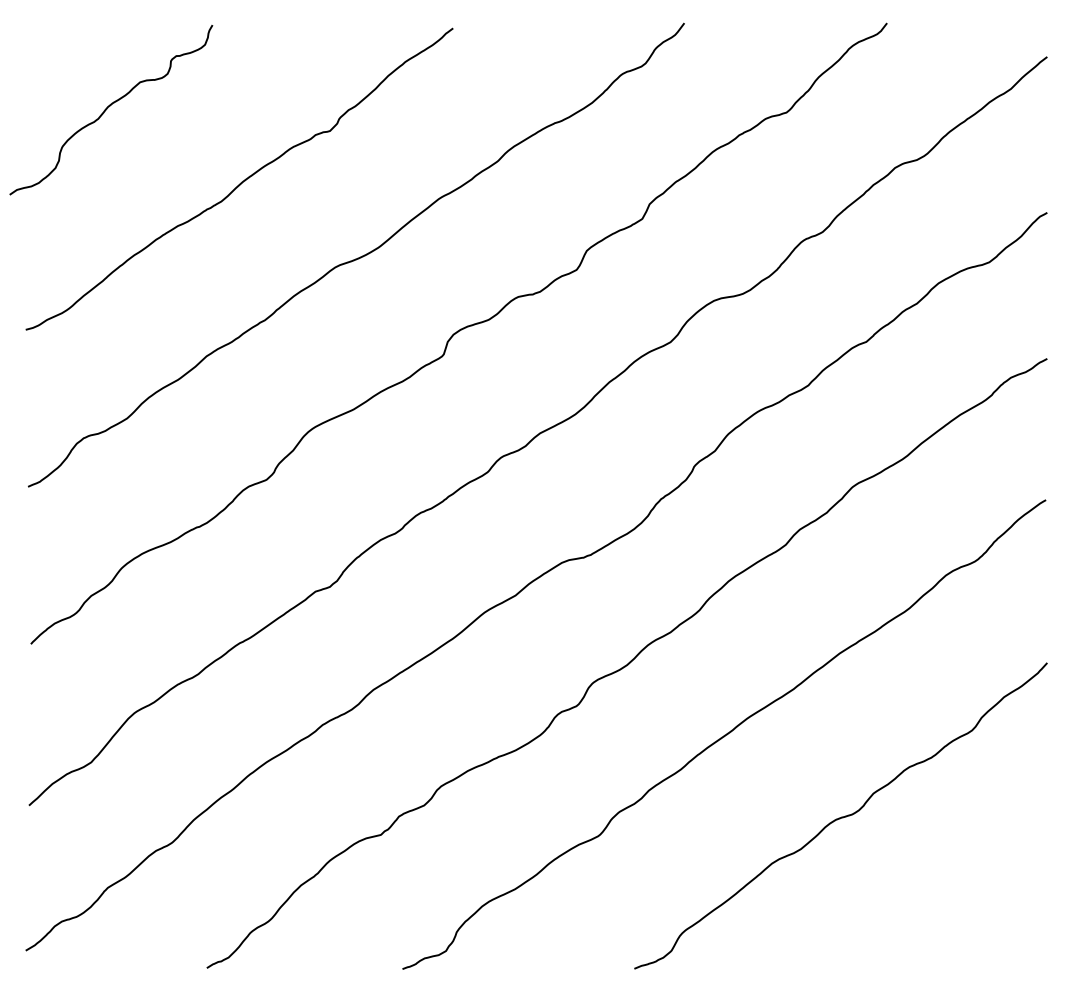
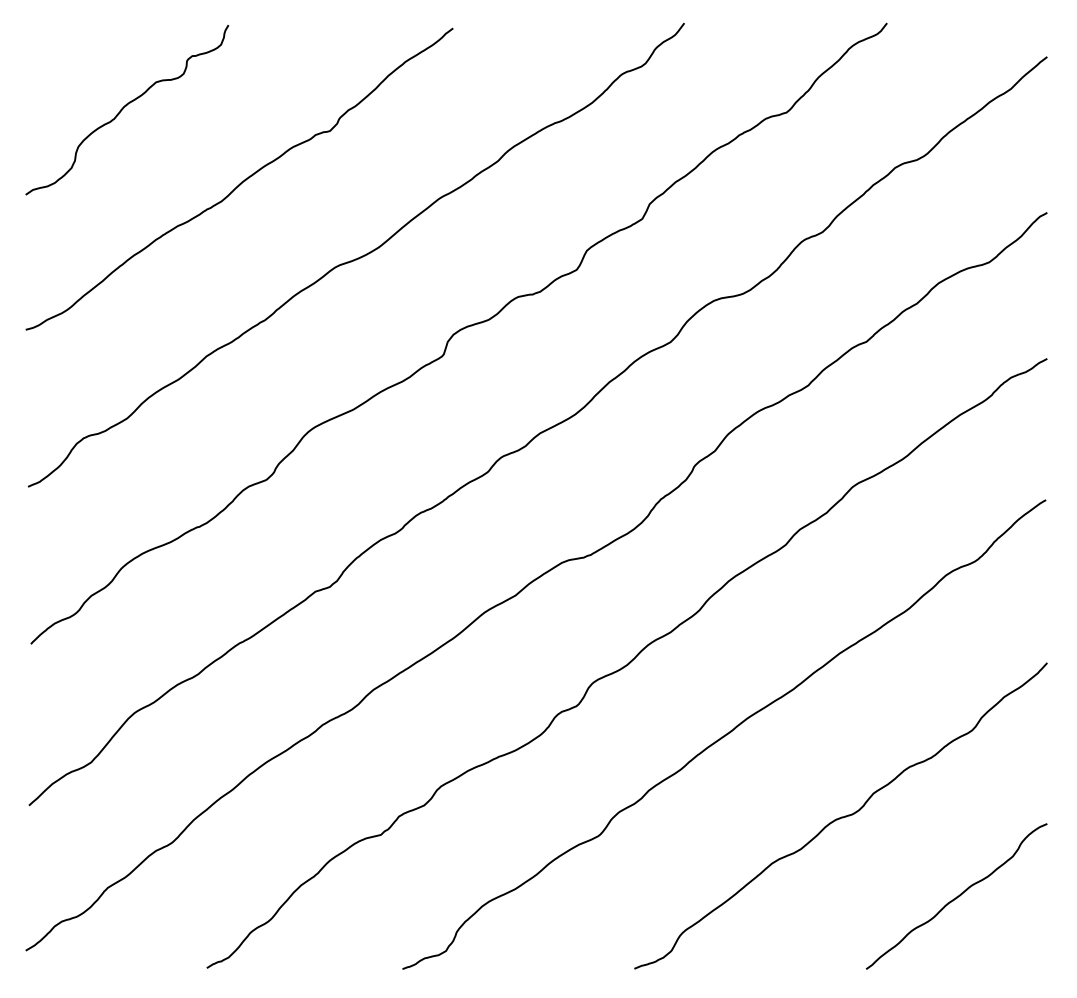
curve at (109, 107) position: (109, 107) -> (125, 107)
curve at (956, 896): none -> present
